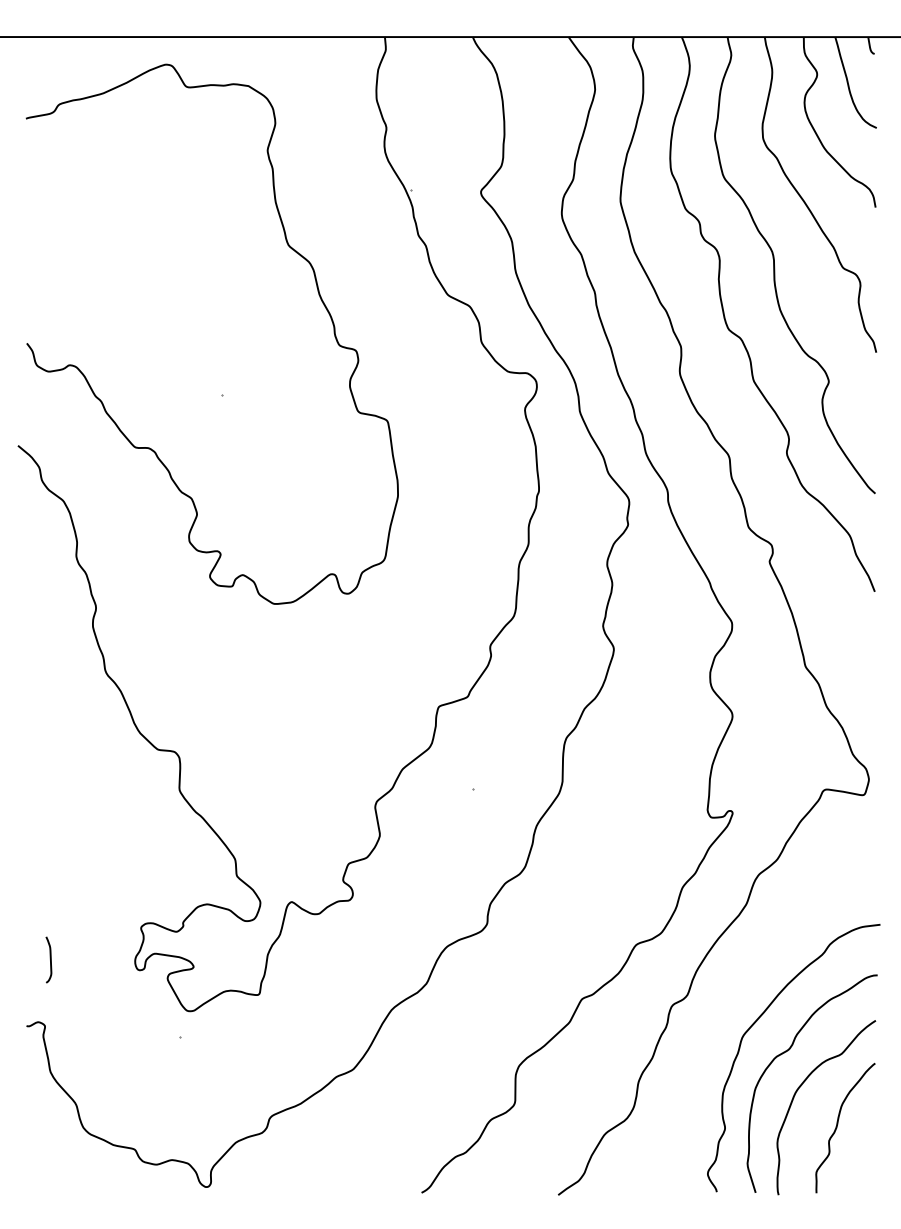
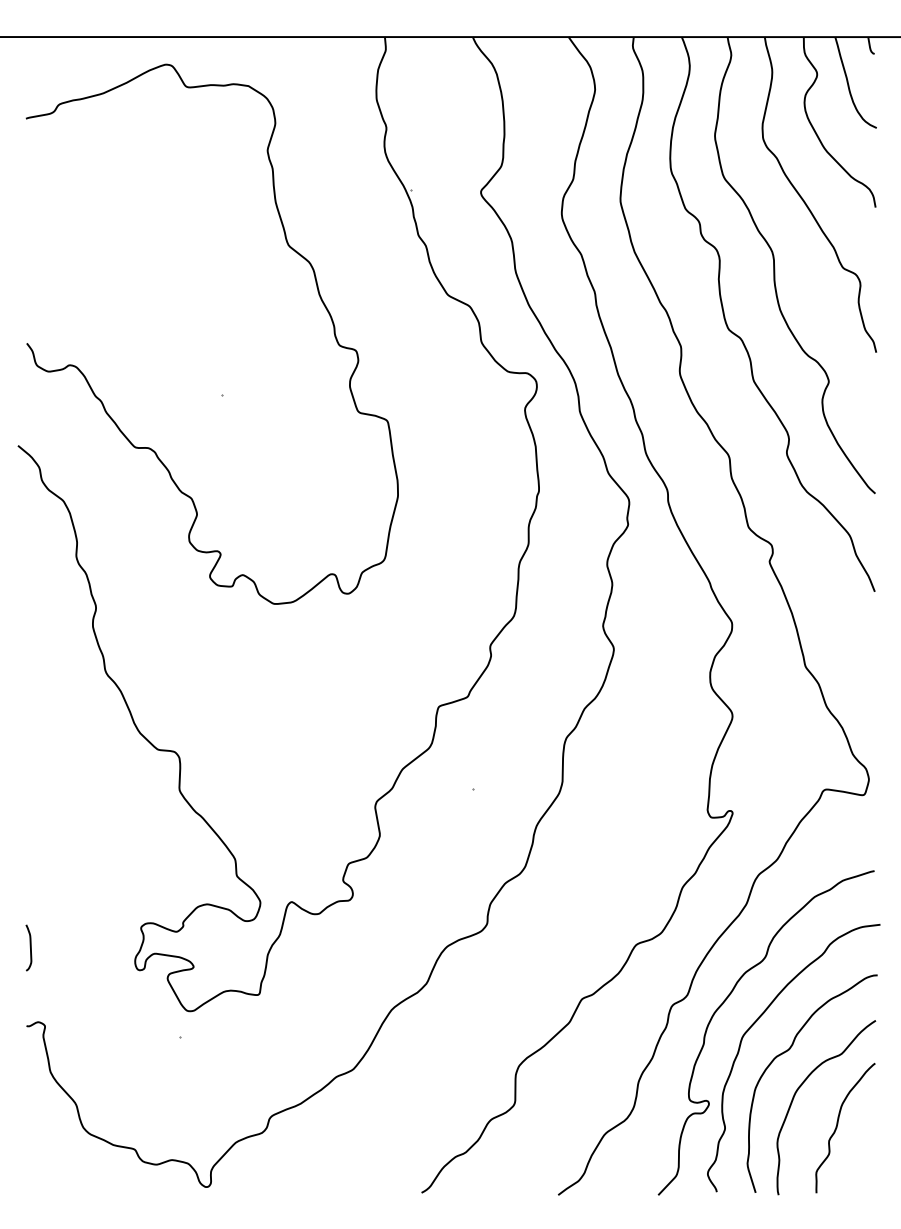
curve at (49, 958) position: (49, 958) -> (29, 946)
curve at (727, 999): none -> present
